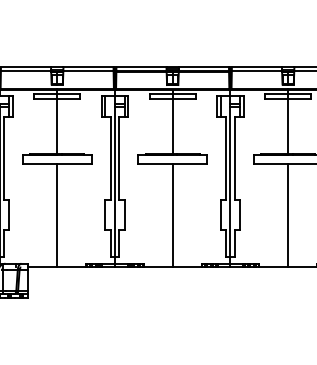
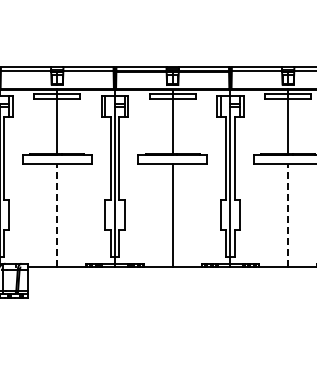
line at (57, 215): solid -> dashed
line at (288, 215): solid -> dashed
